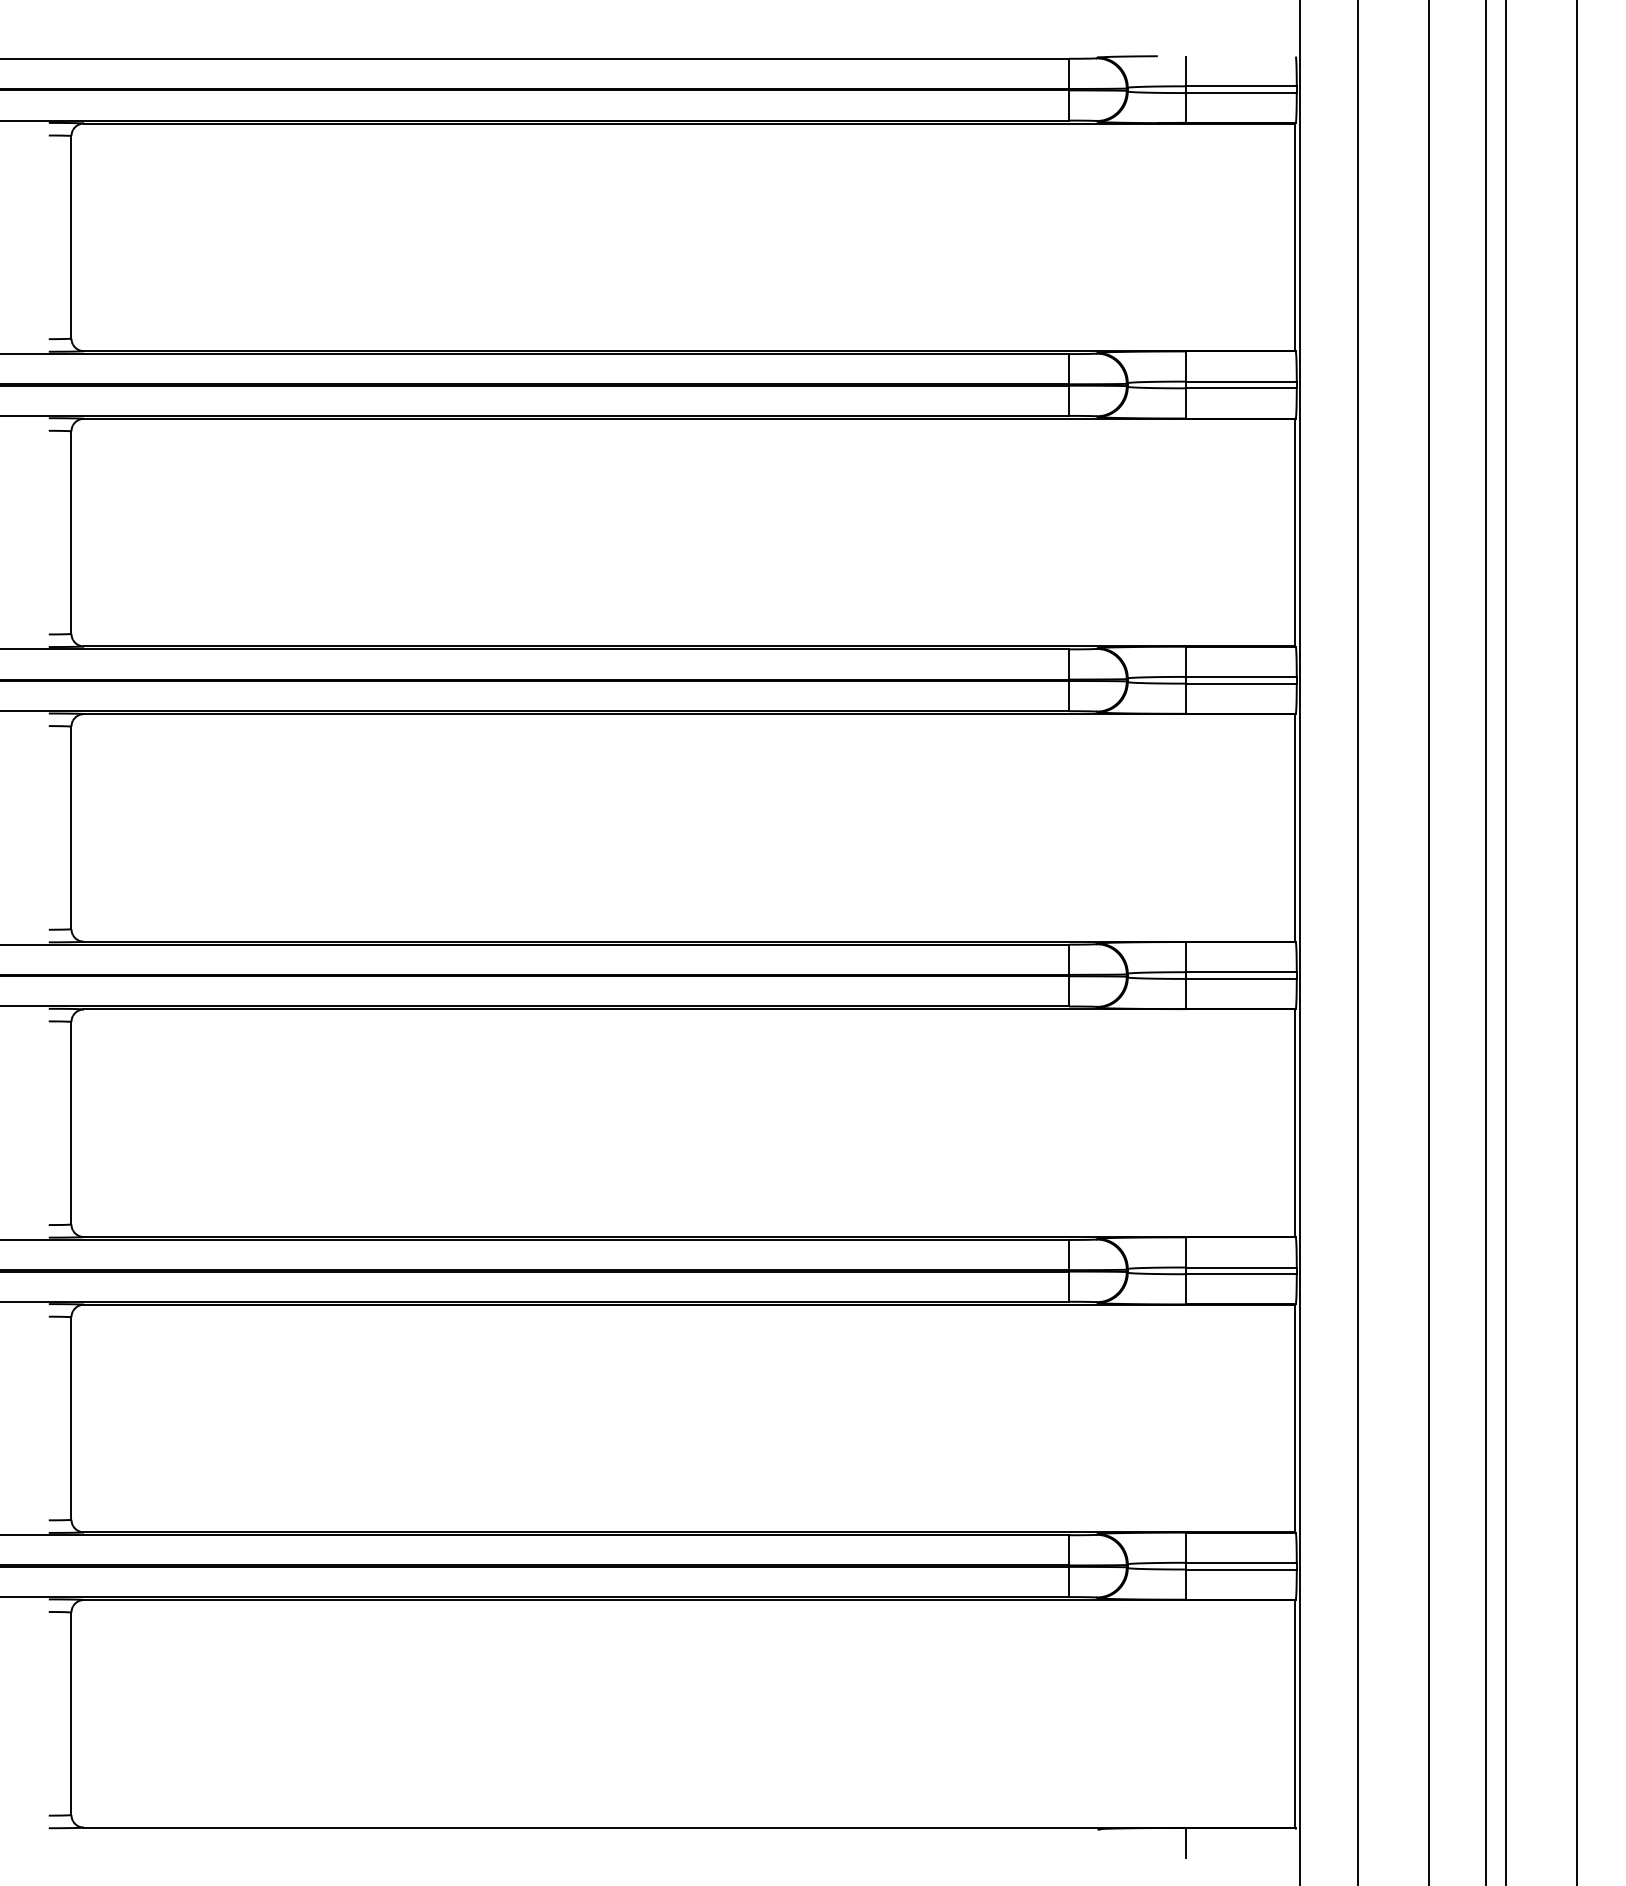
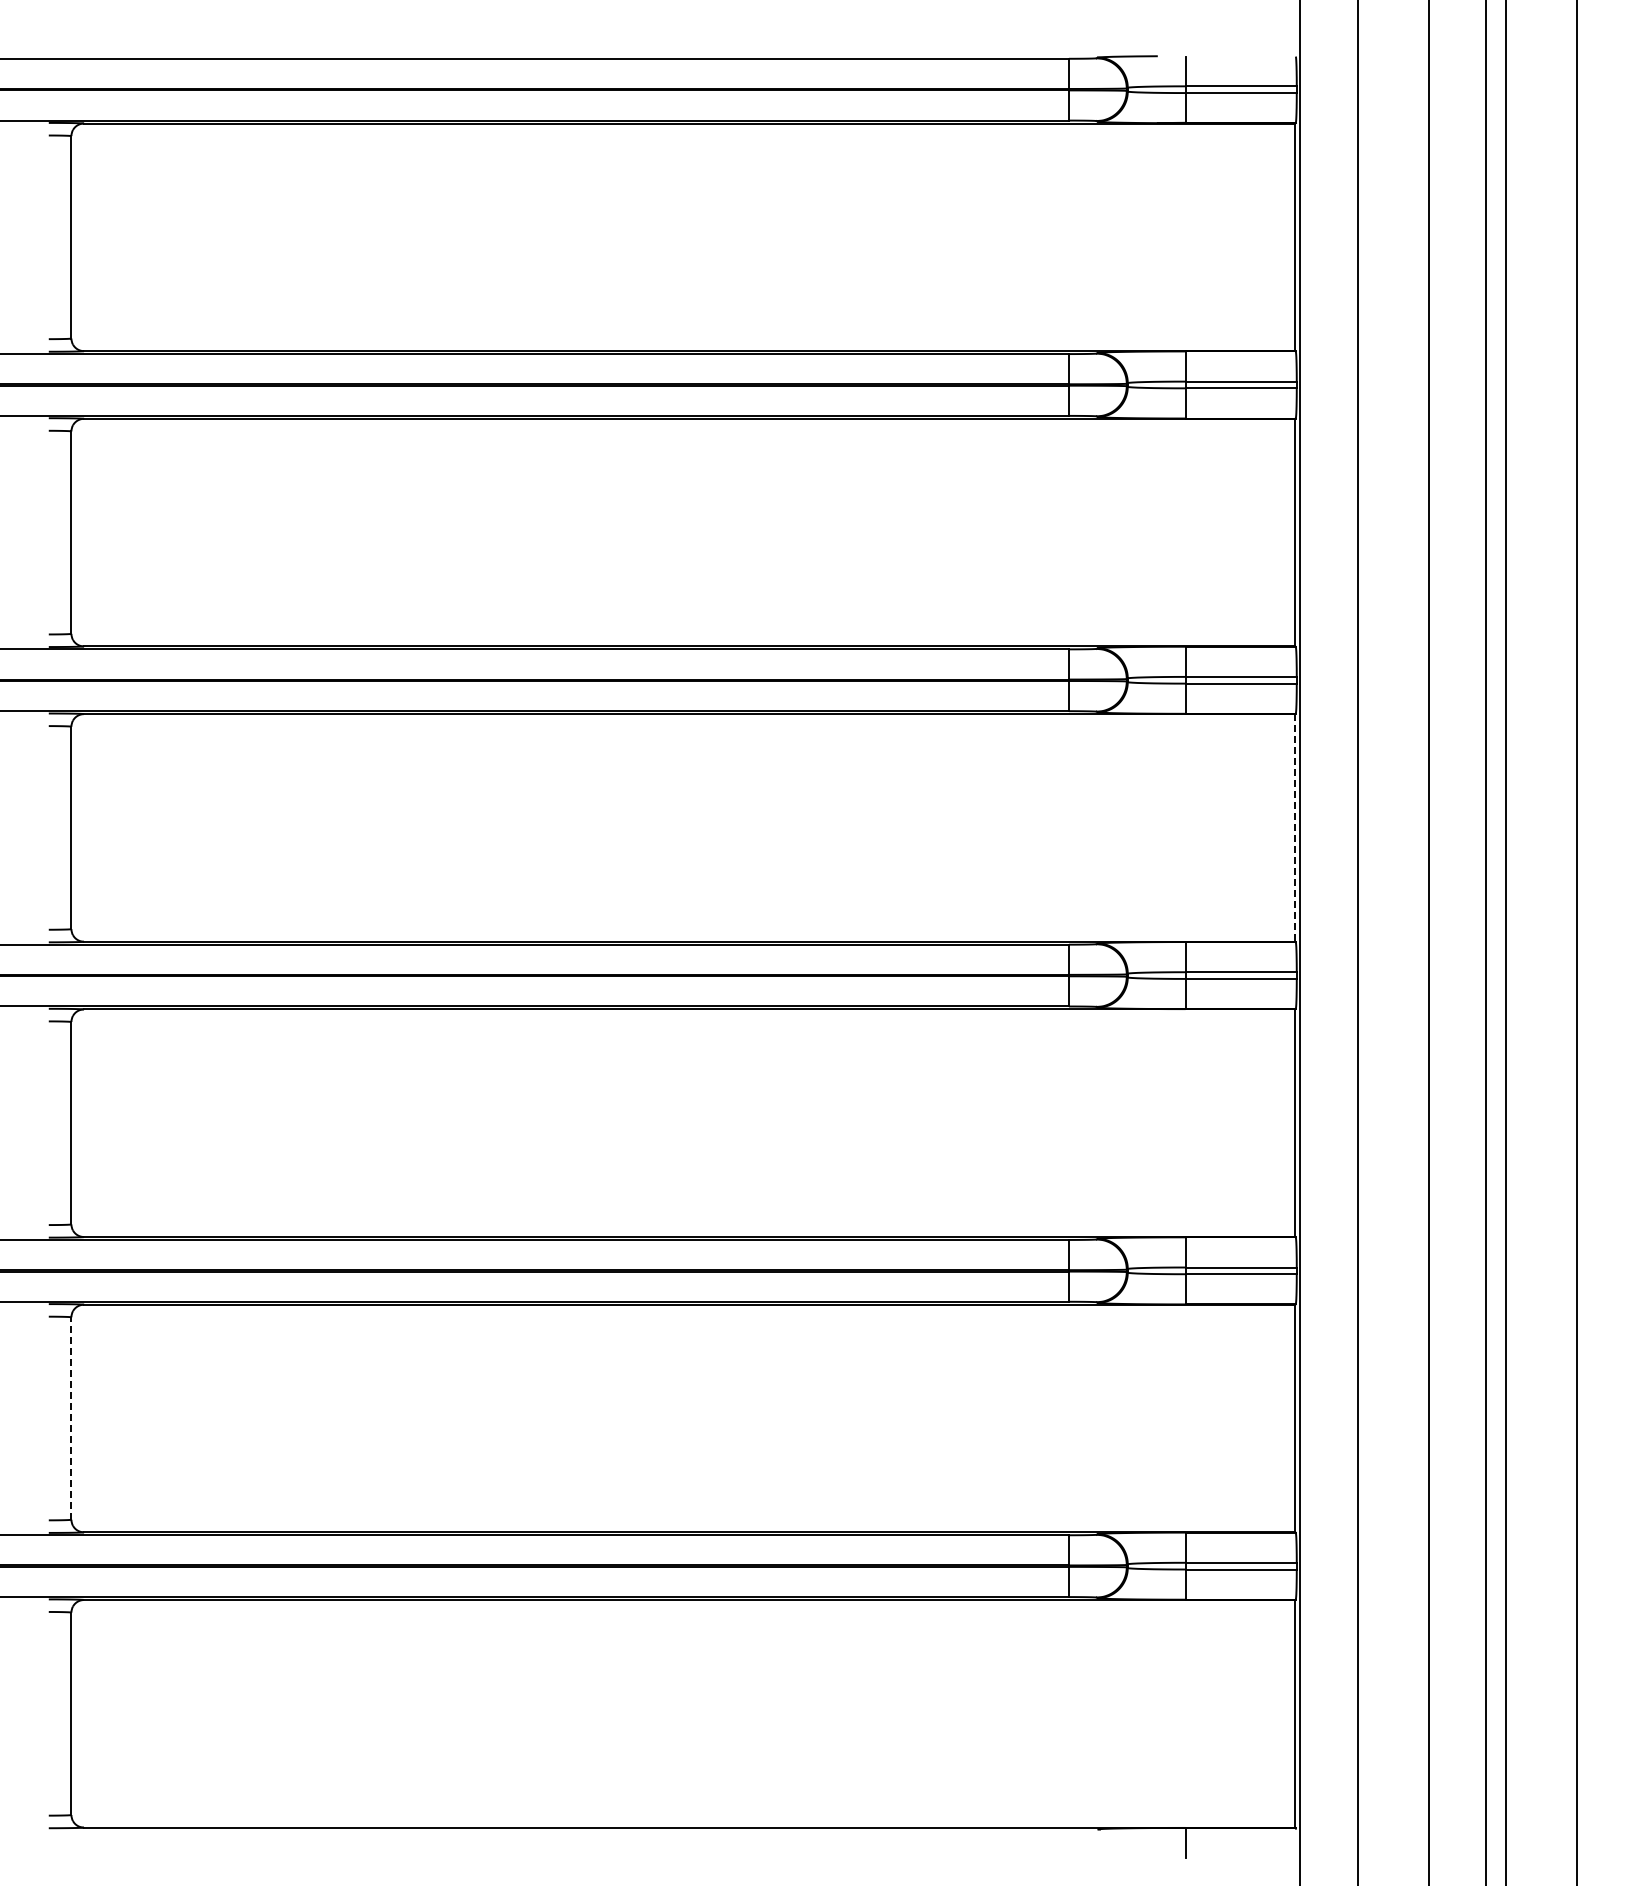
line at (1295, 827): solid -> dashed
line at (71, 1418): solid -> dashed
